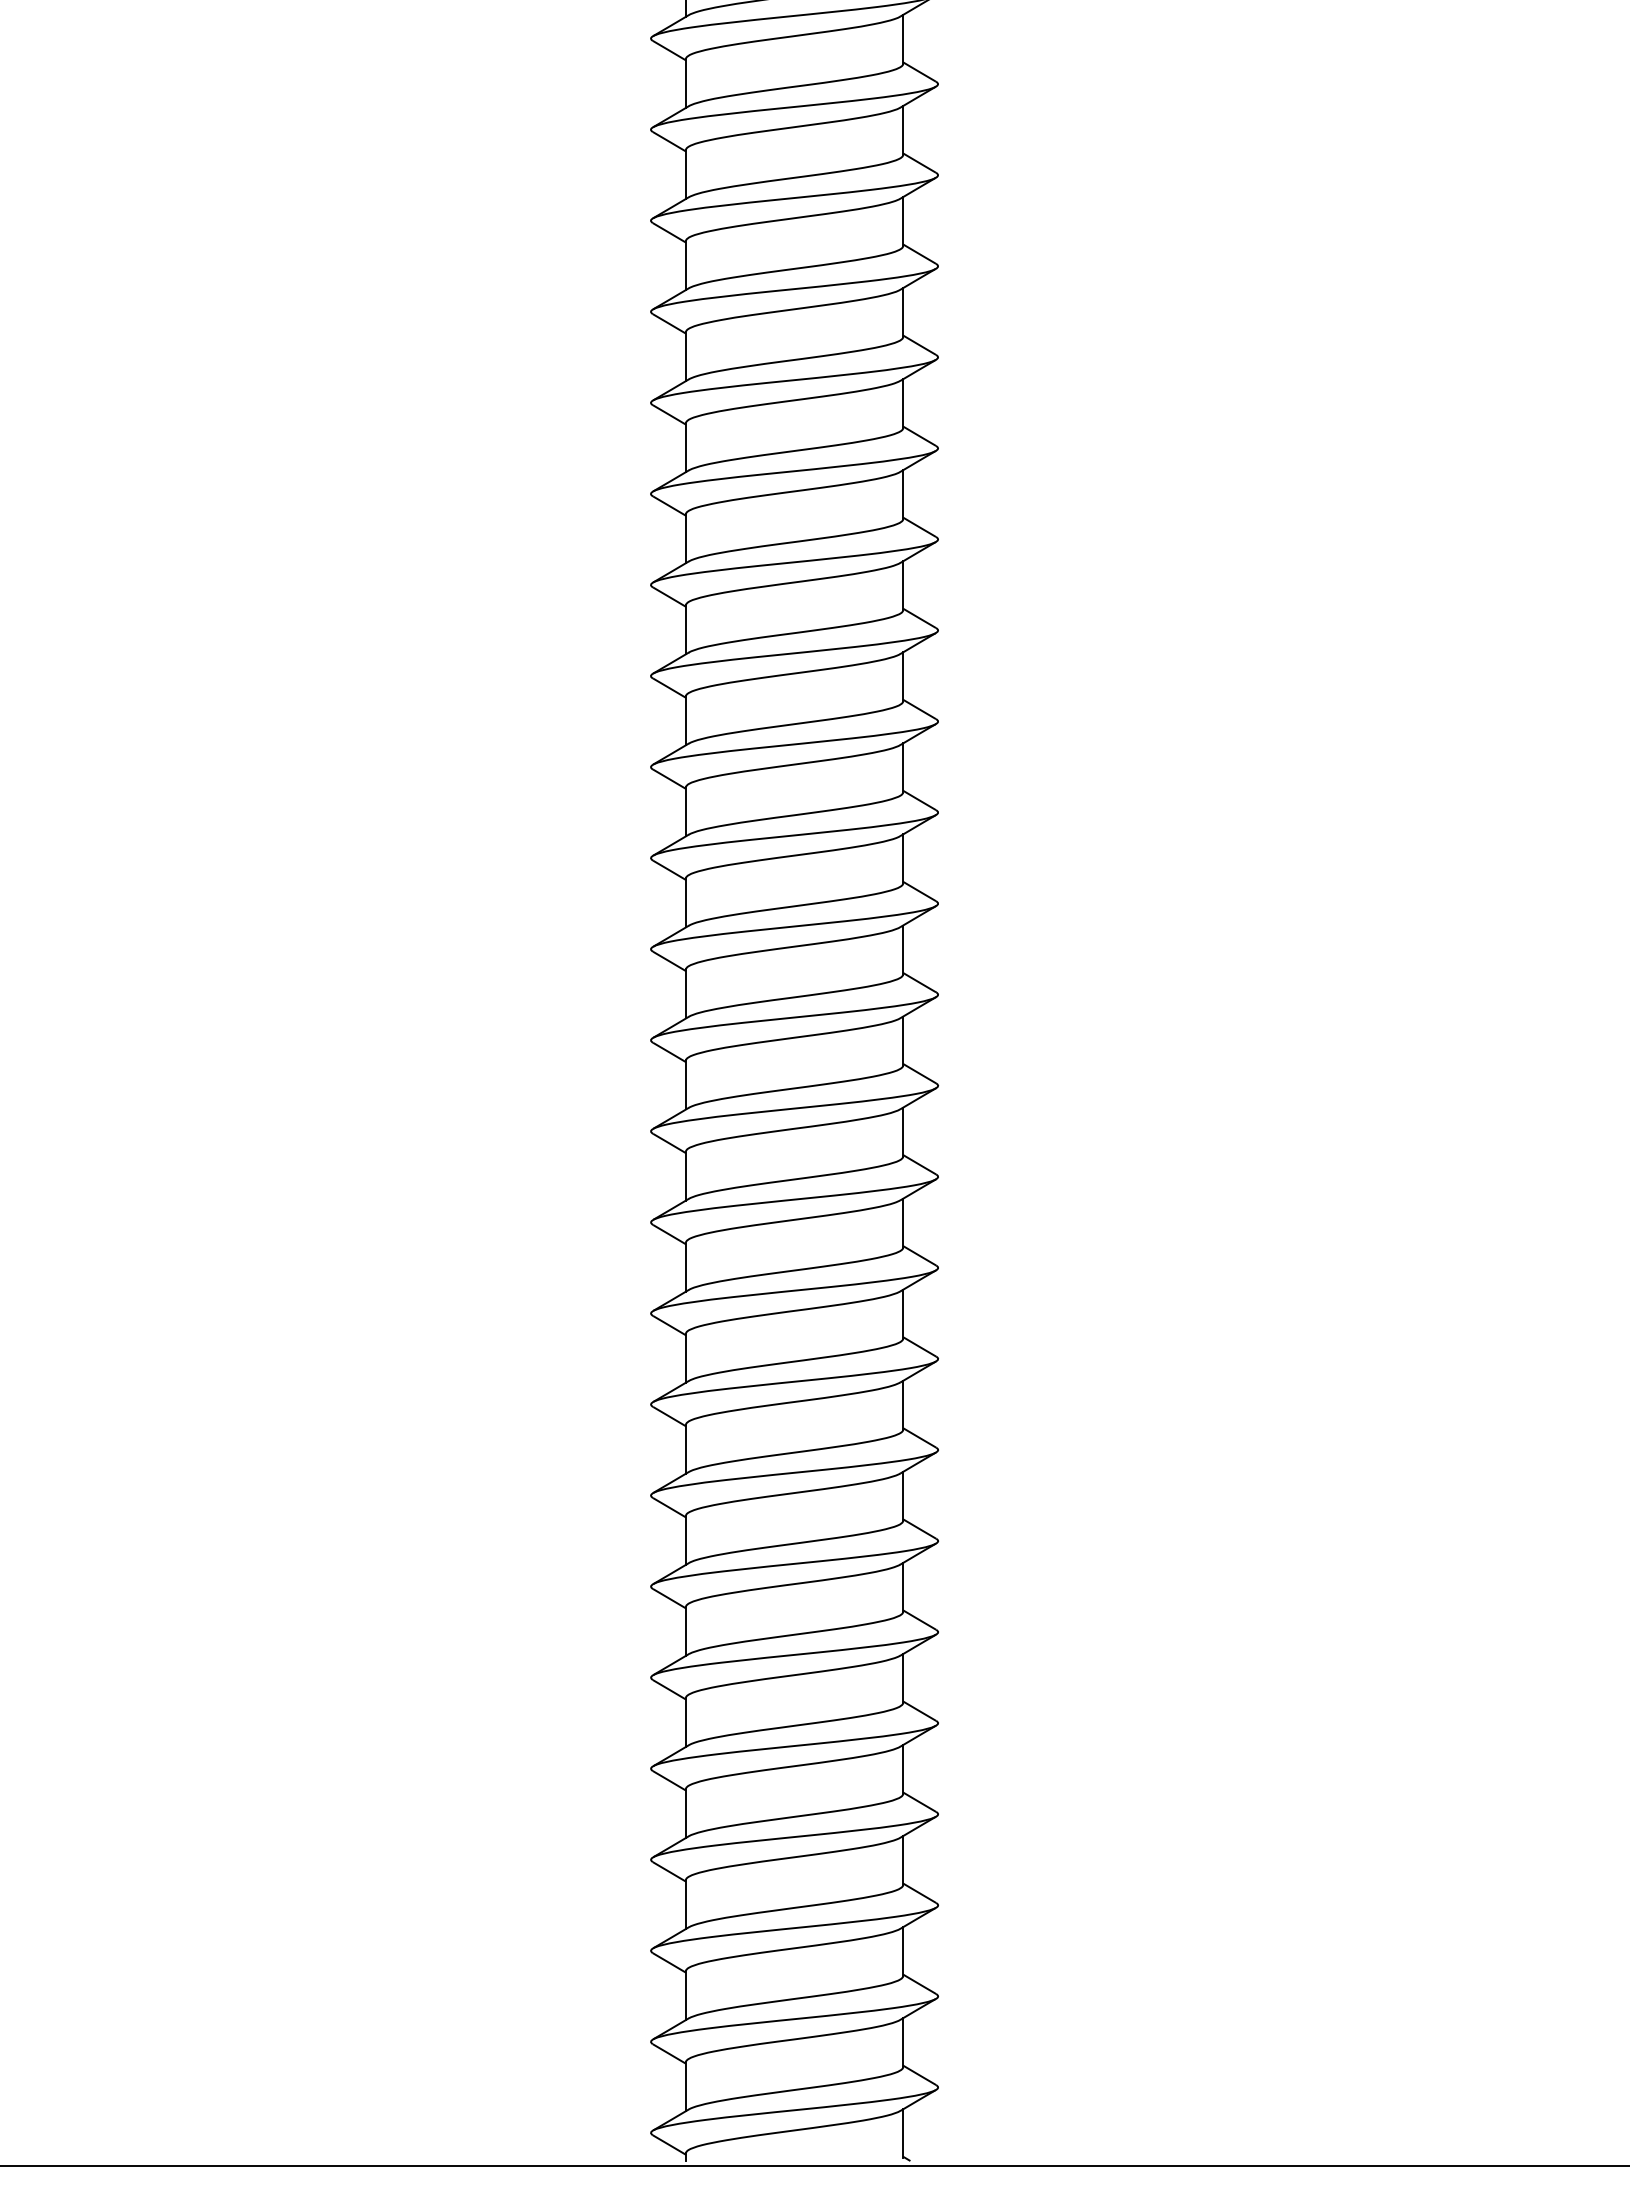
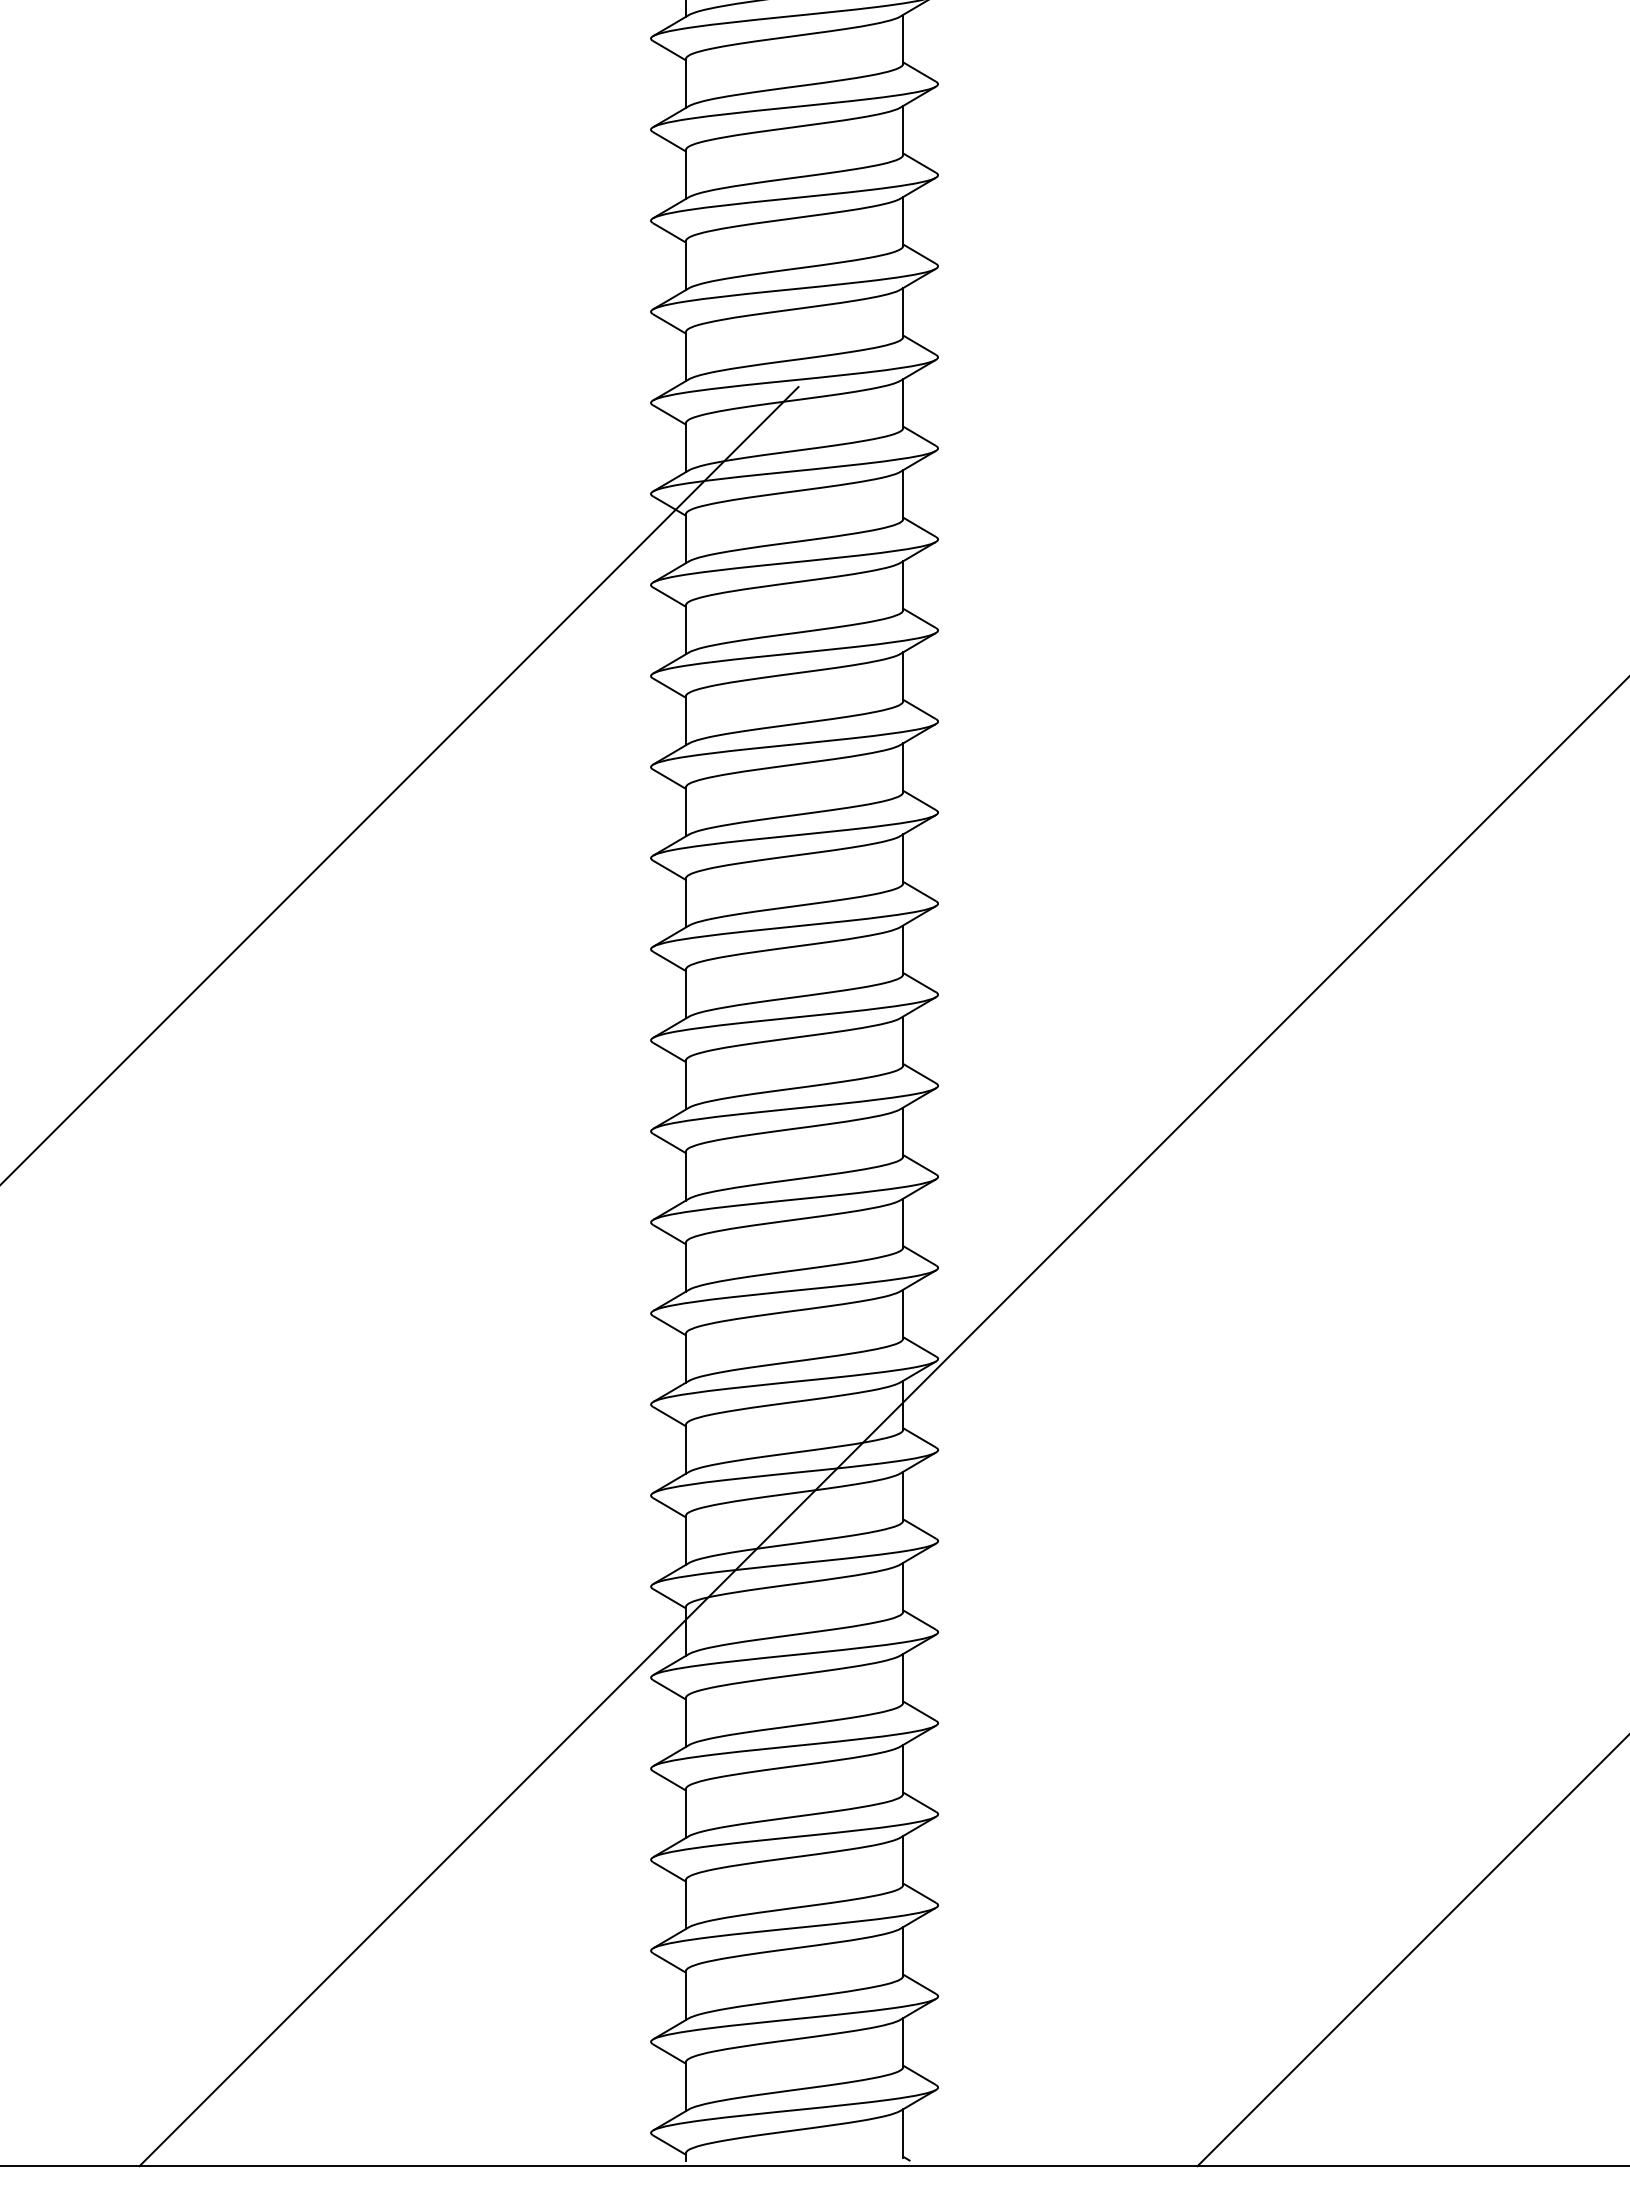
line at (400, 784): none -> present
line at (882, 1422): none -> present
line at (1411, 1951): none -> present
